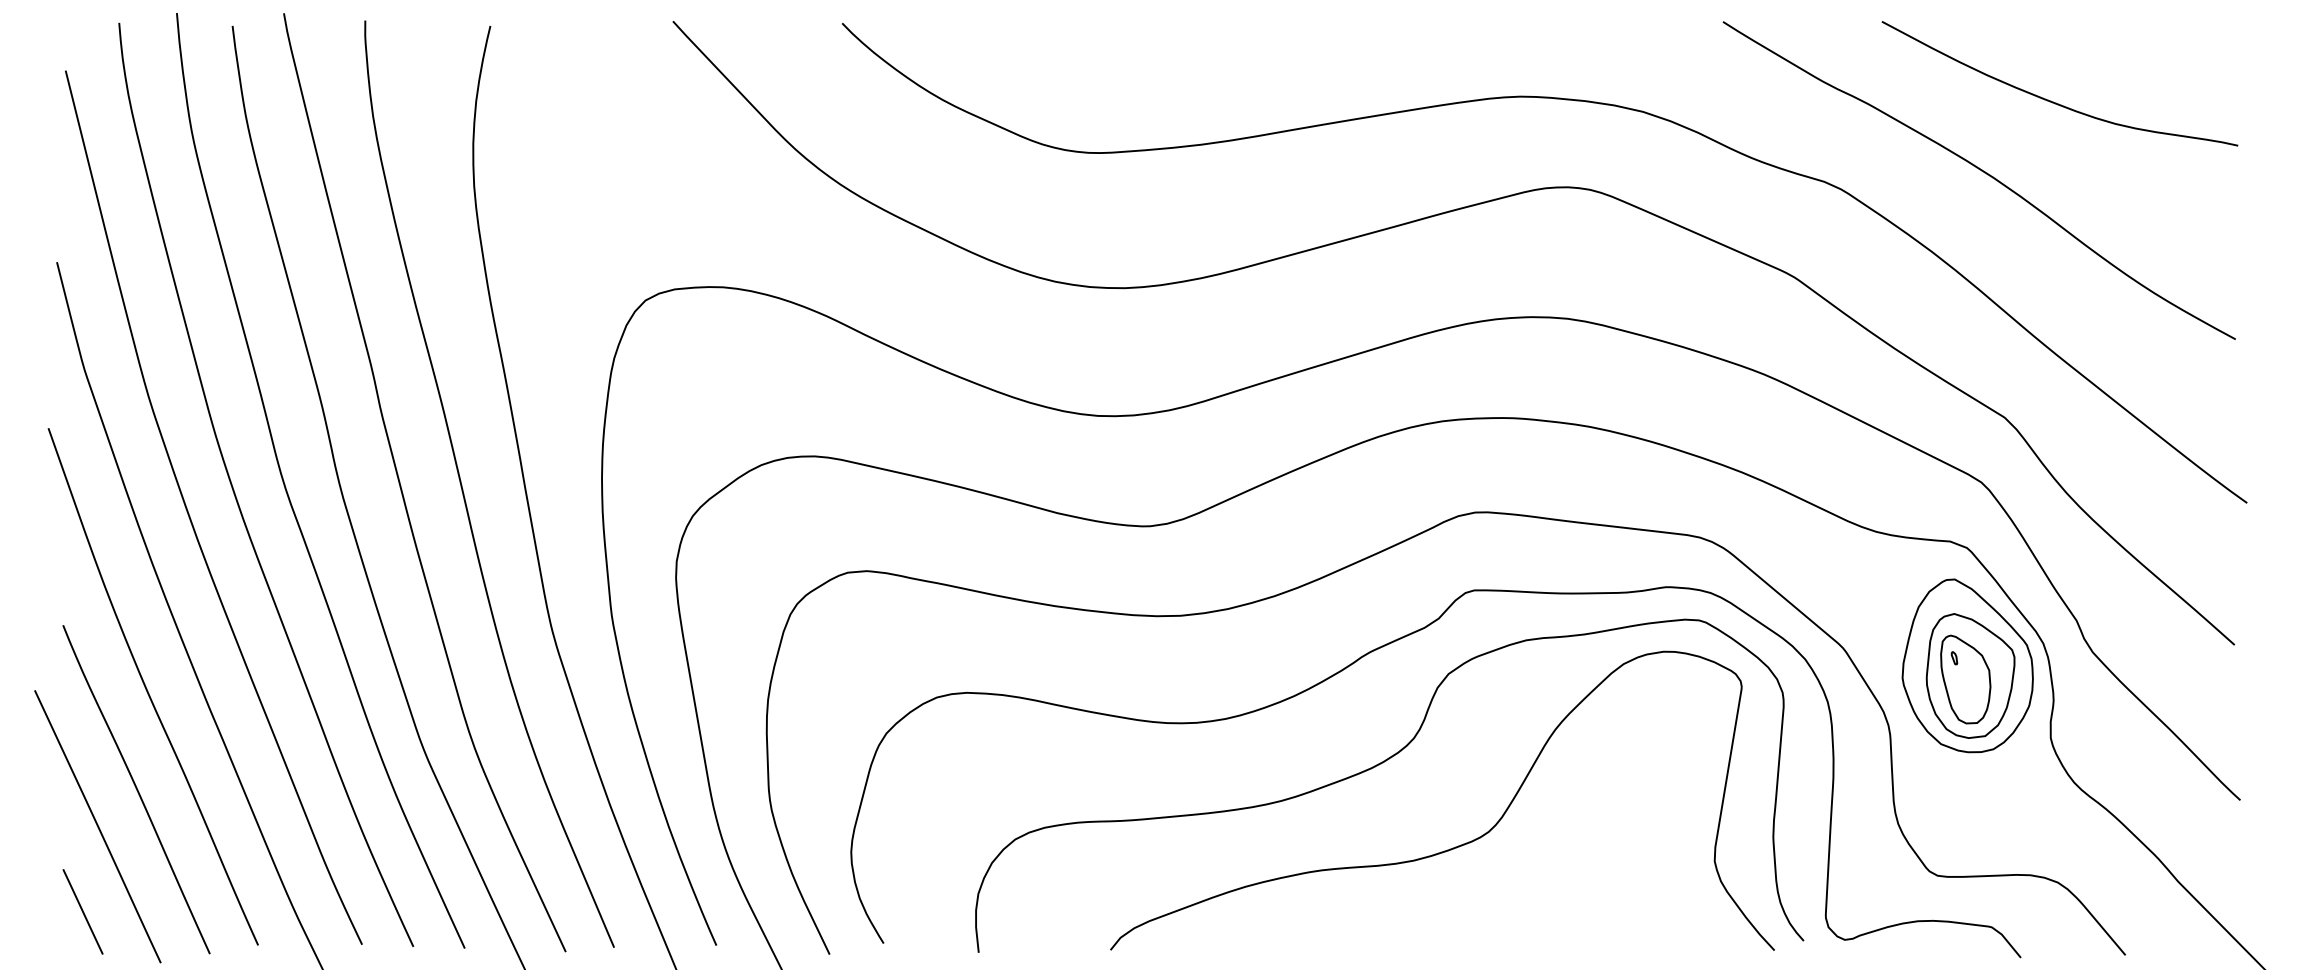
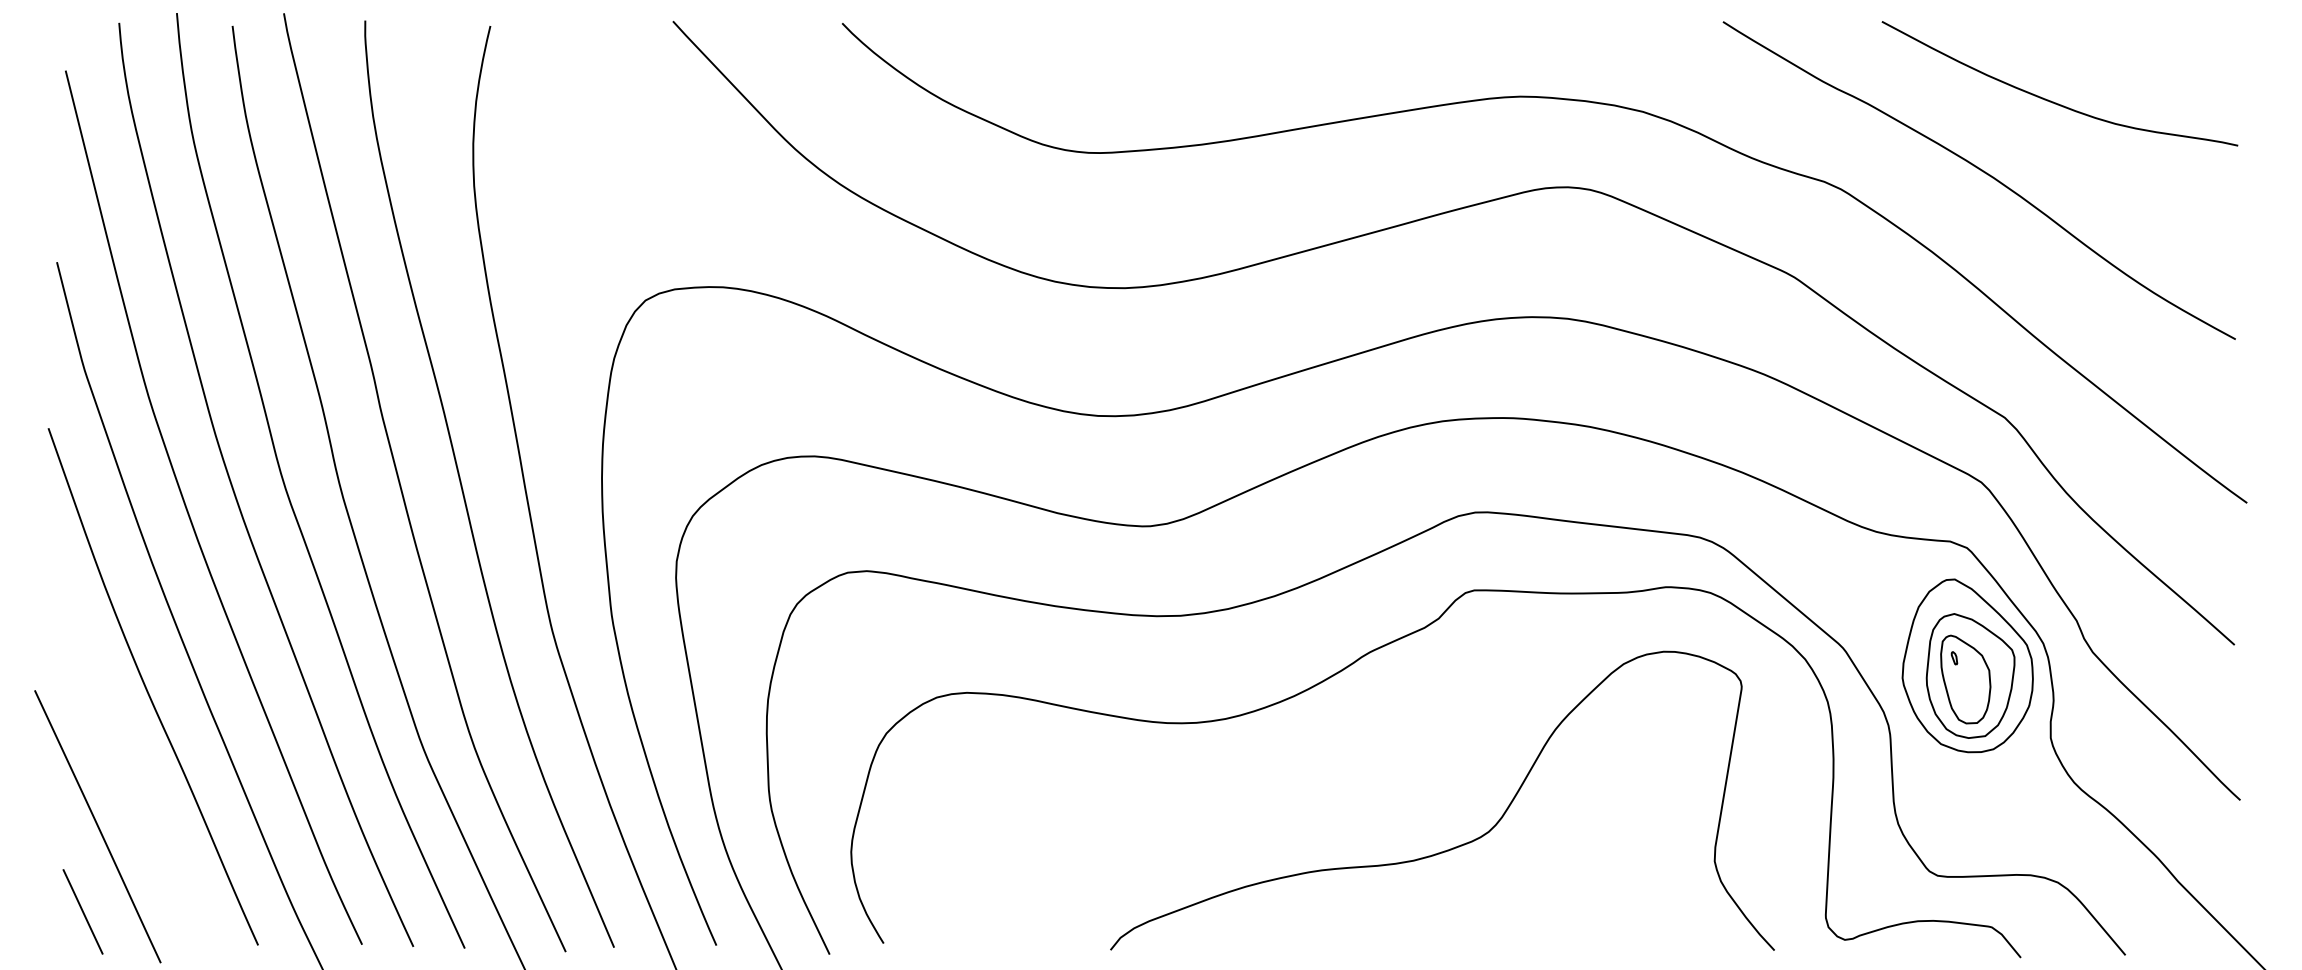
curve at (1379, 765): present -> none
curve at (136, 789): present -> none
